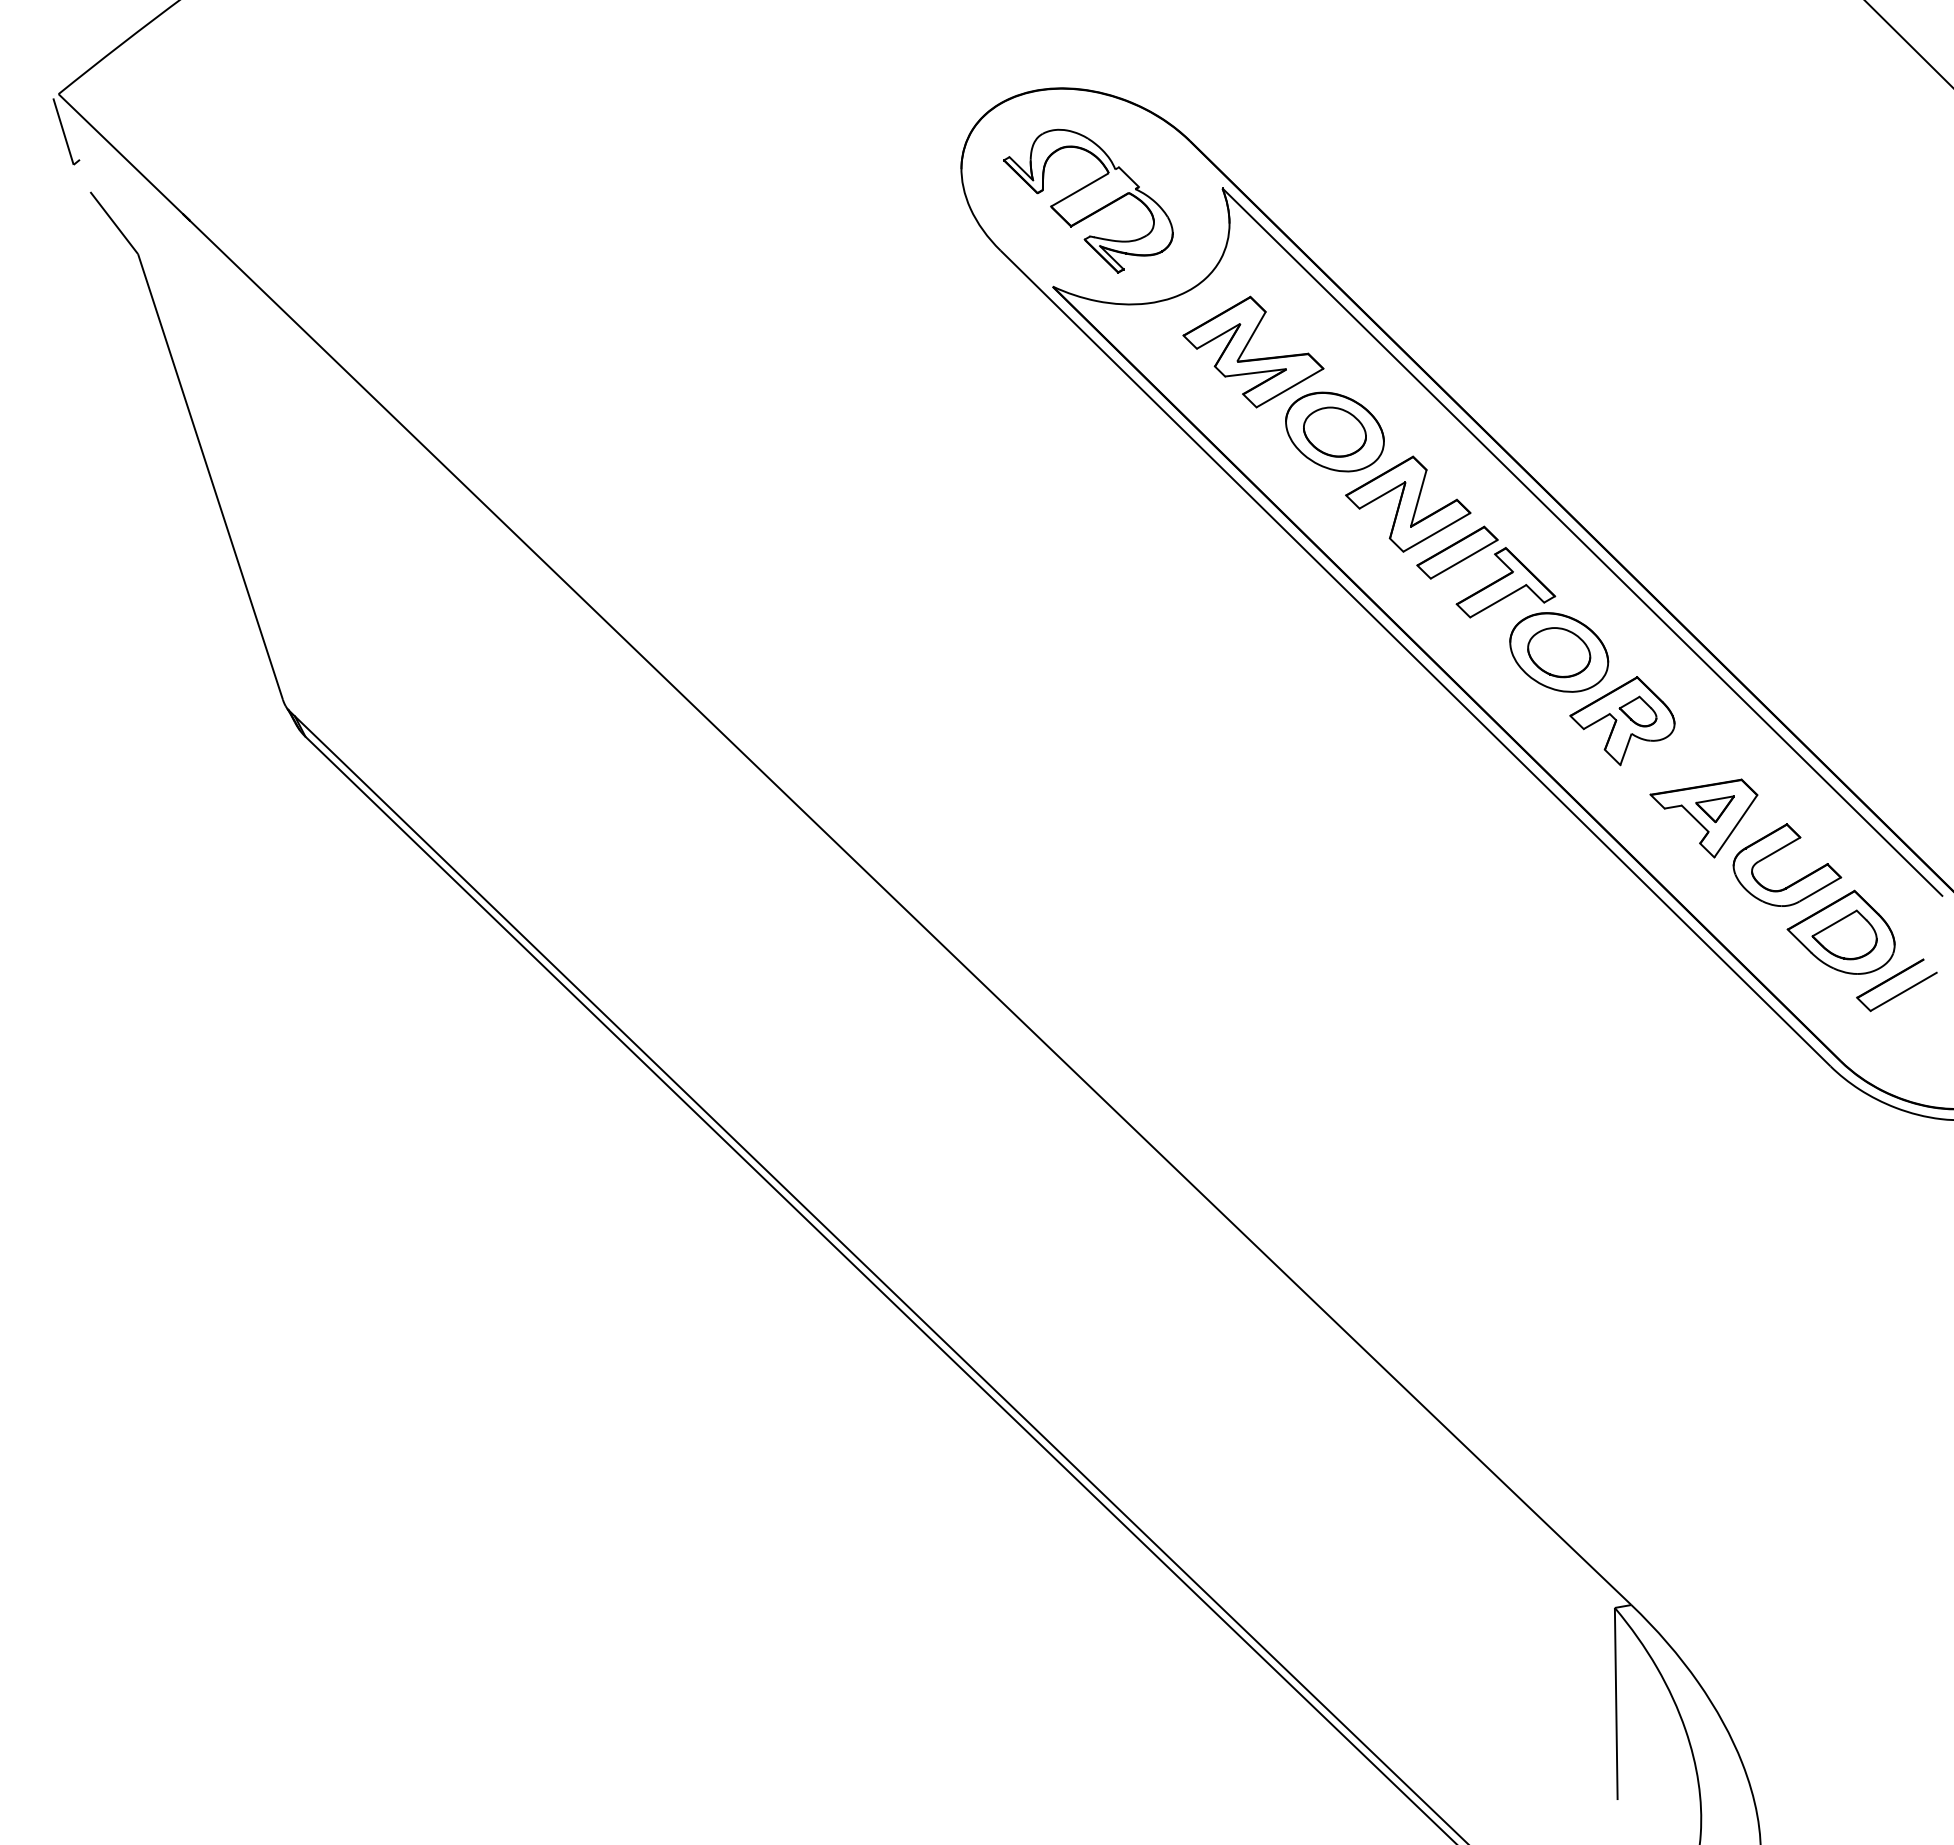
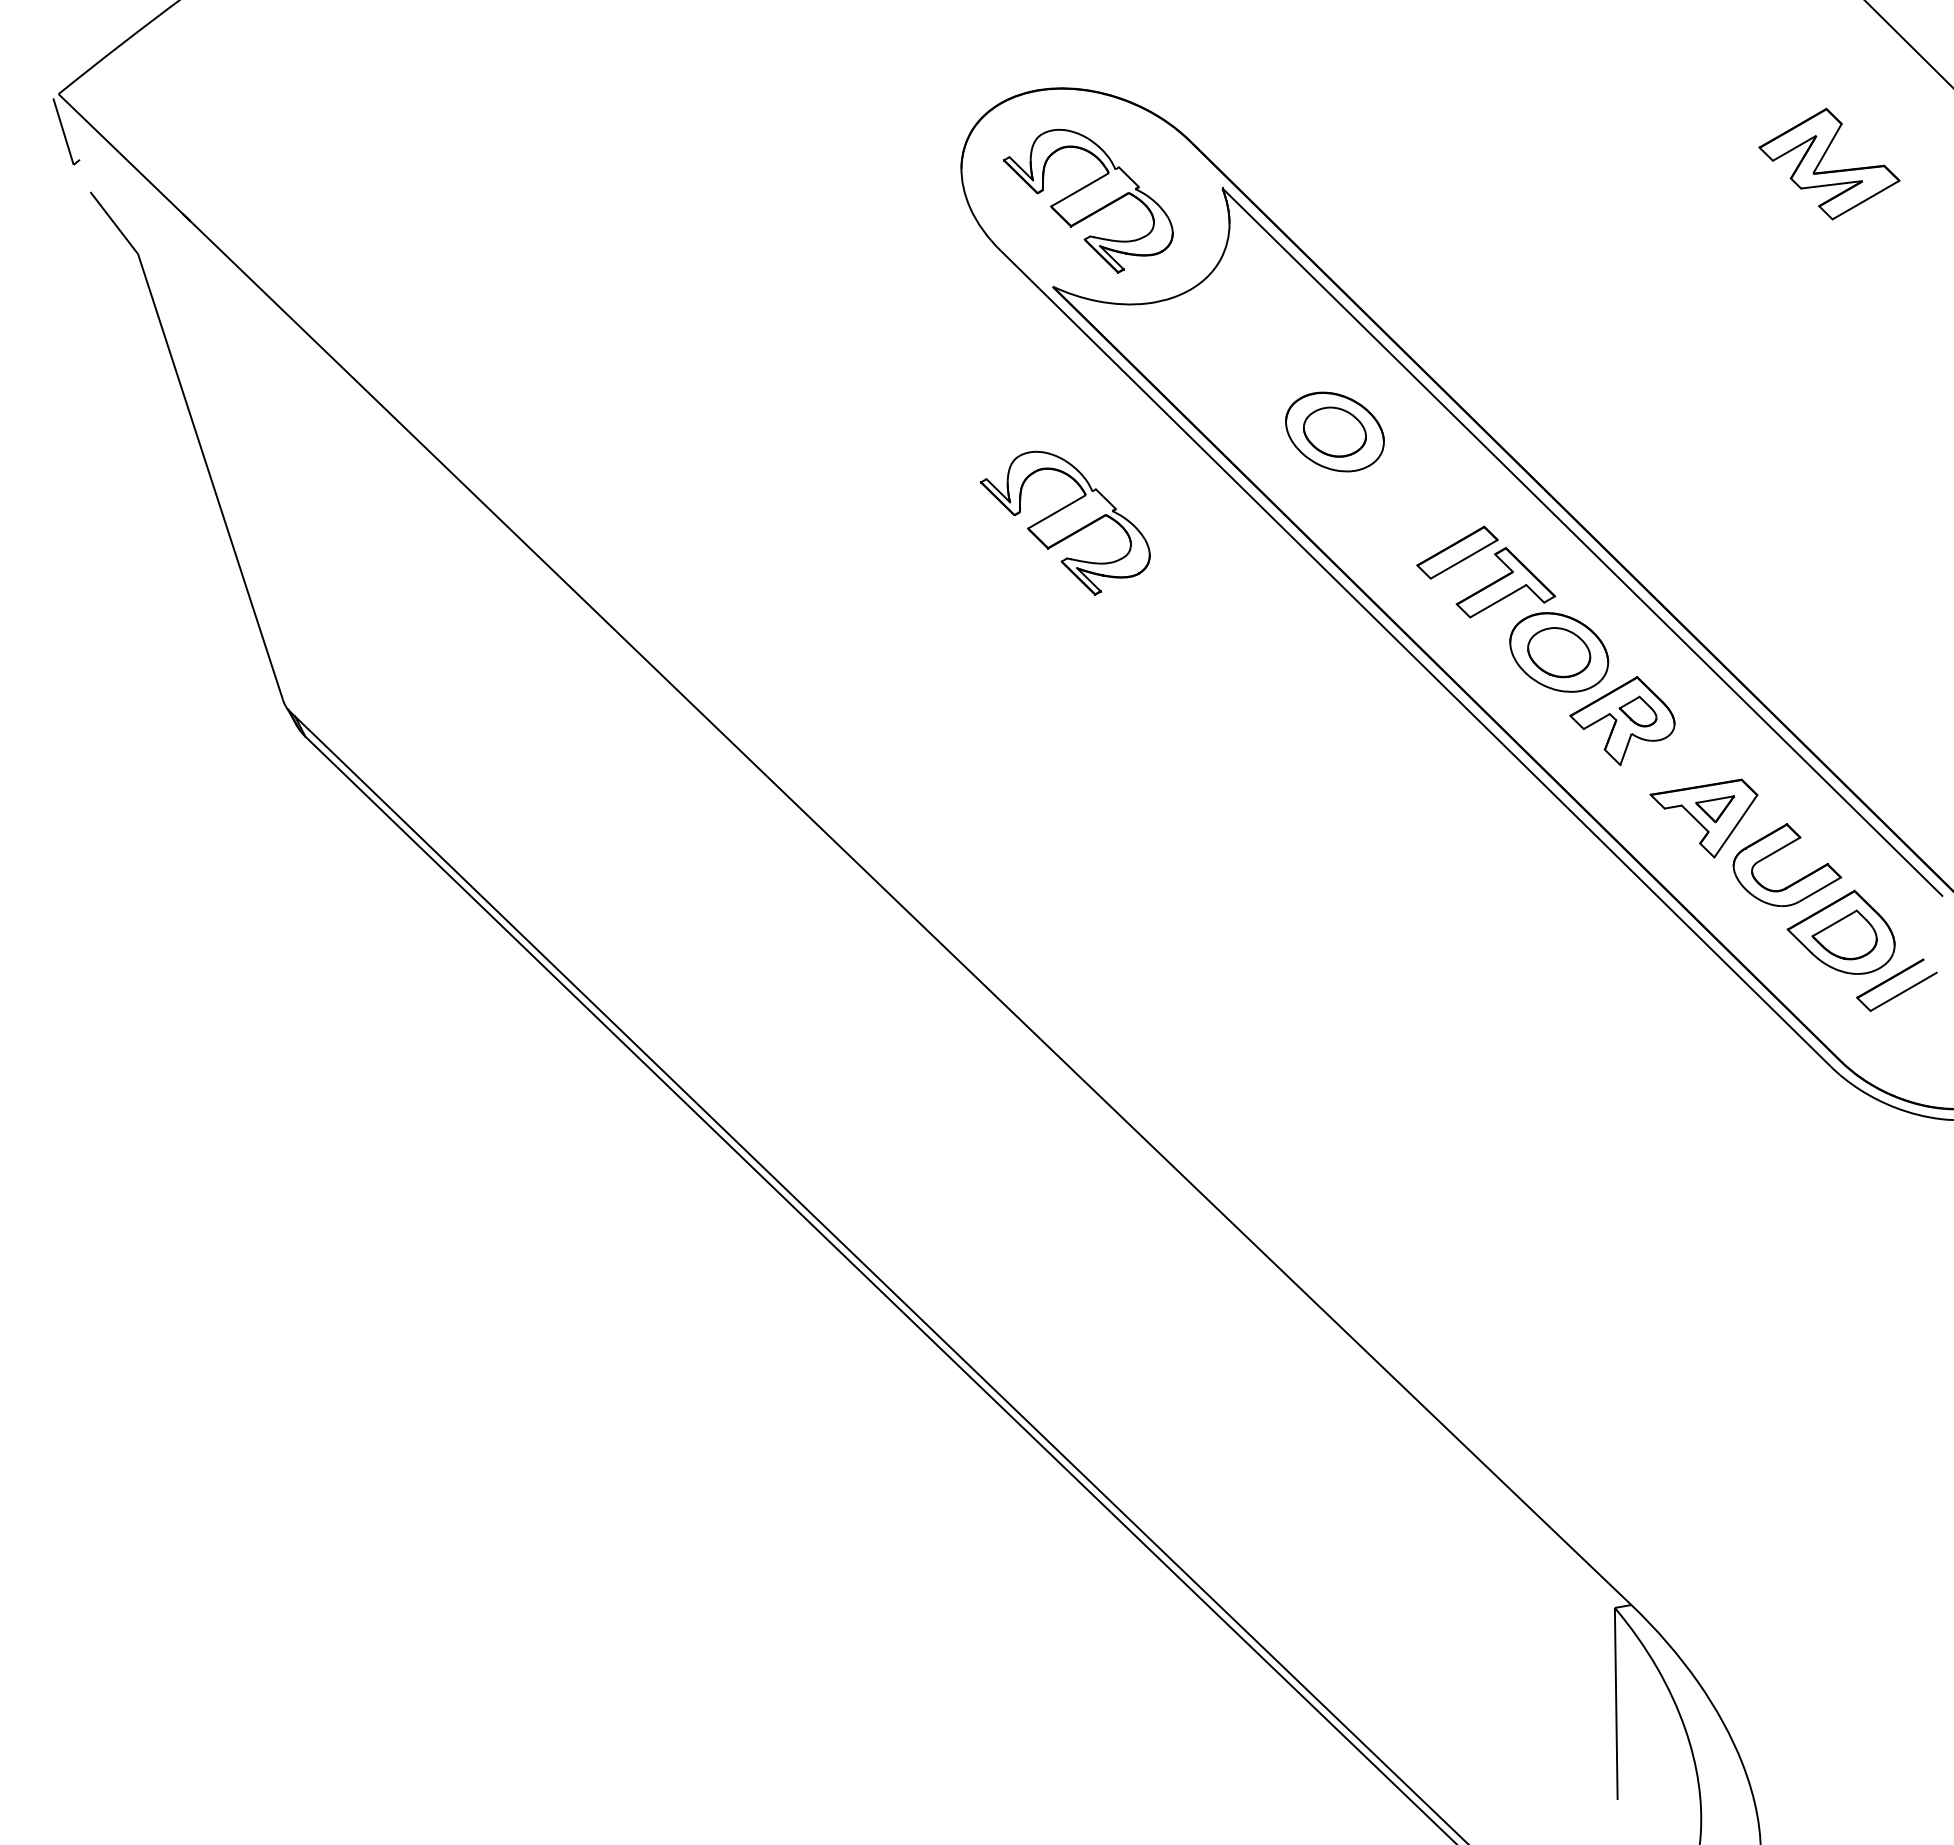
part at (1254, 358) position: (1254, 358) -> (1830, 170)
part at (1408, 503): present -> none
part at (1065, 522): none -> present
